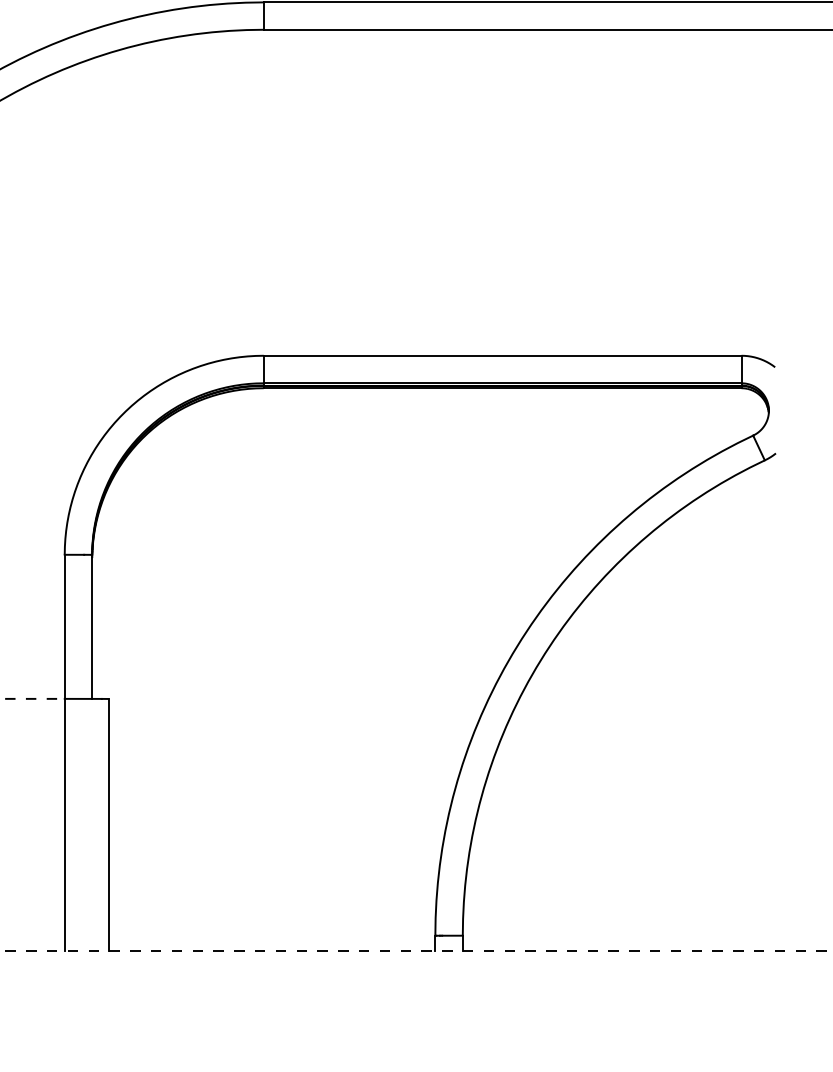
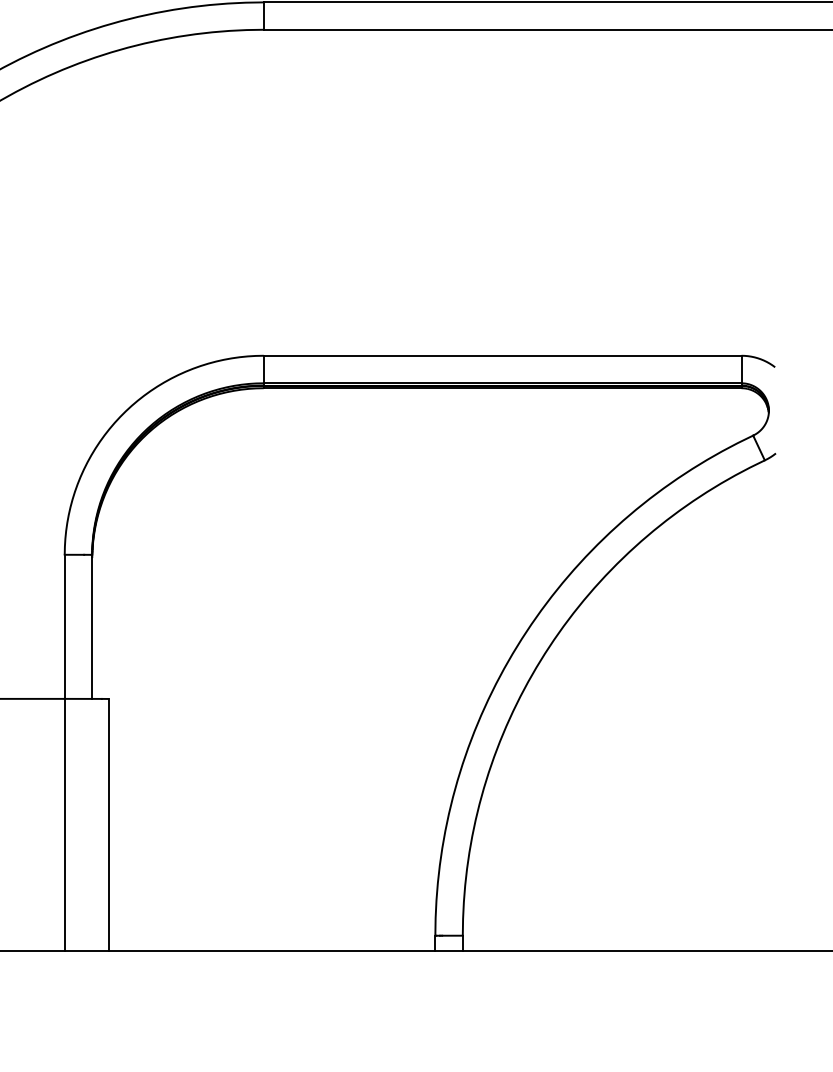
line at (32, 698): dashed -> solid
line at (416, 951): dashed -> solid
